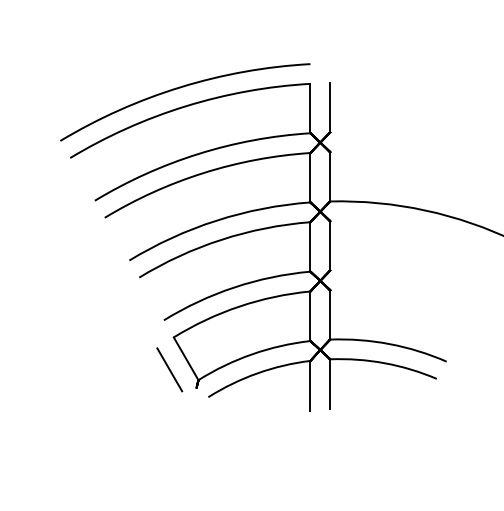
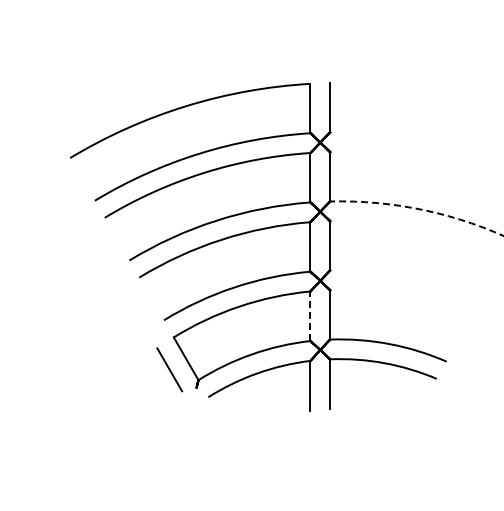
arc at (180, 88): present -> none
arc at (417, 208): solid -> dashed
line at (310, 316): solid -> dashed
